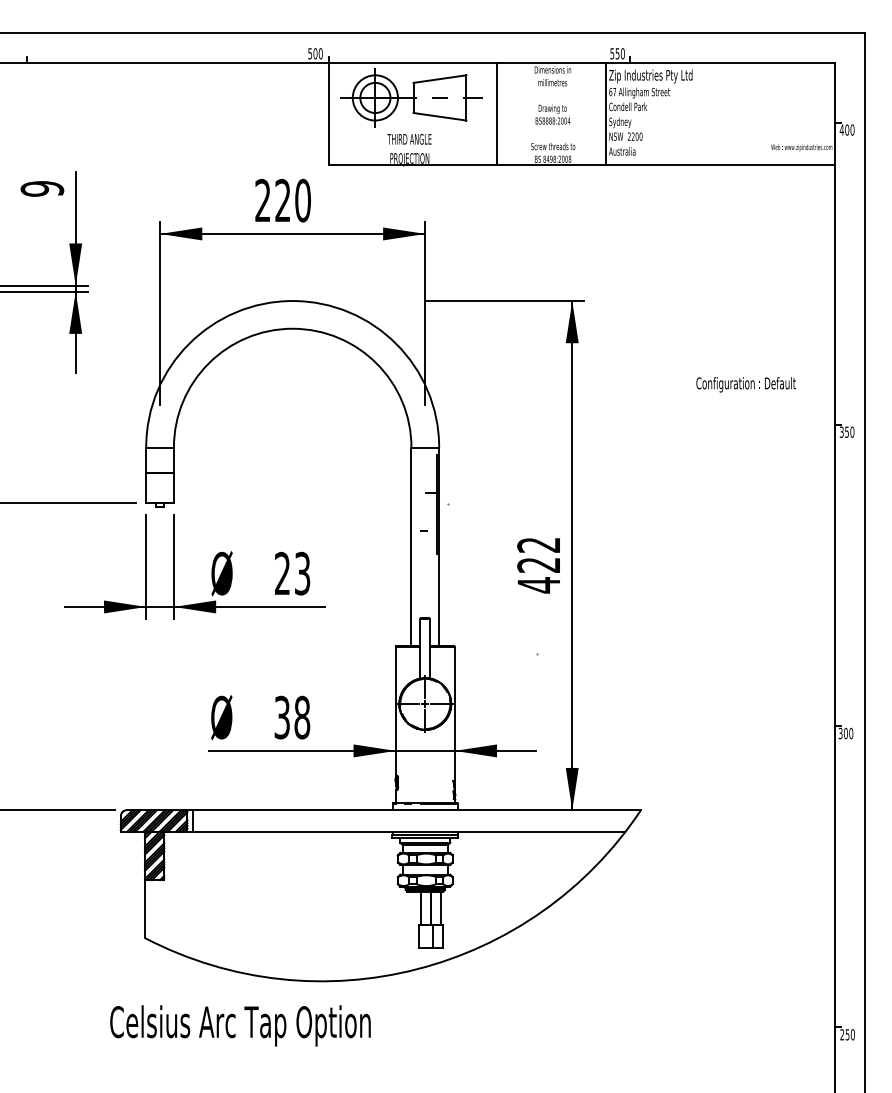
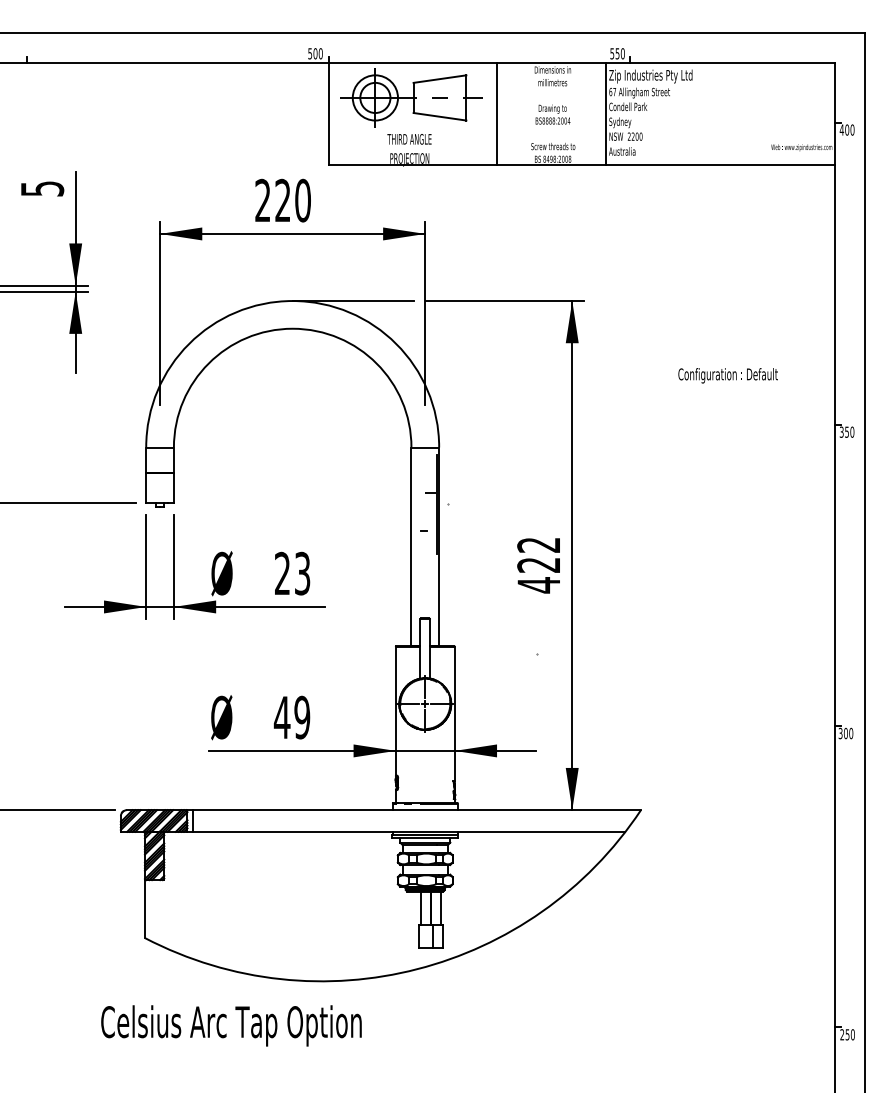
text at (41, 188): 9 -> 5
line at (352, 301): none -> present
text at (745, 384) position: (745, 384) -> (727, 375)
text at (291, 717): 38 -> 49
text at (240, 1025) position: (240, 1025) -> (231, 1025)
